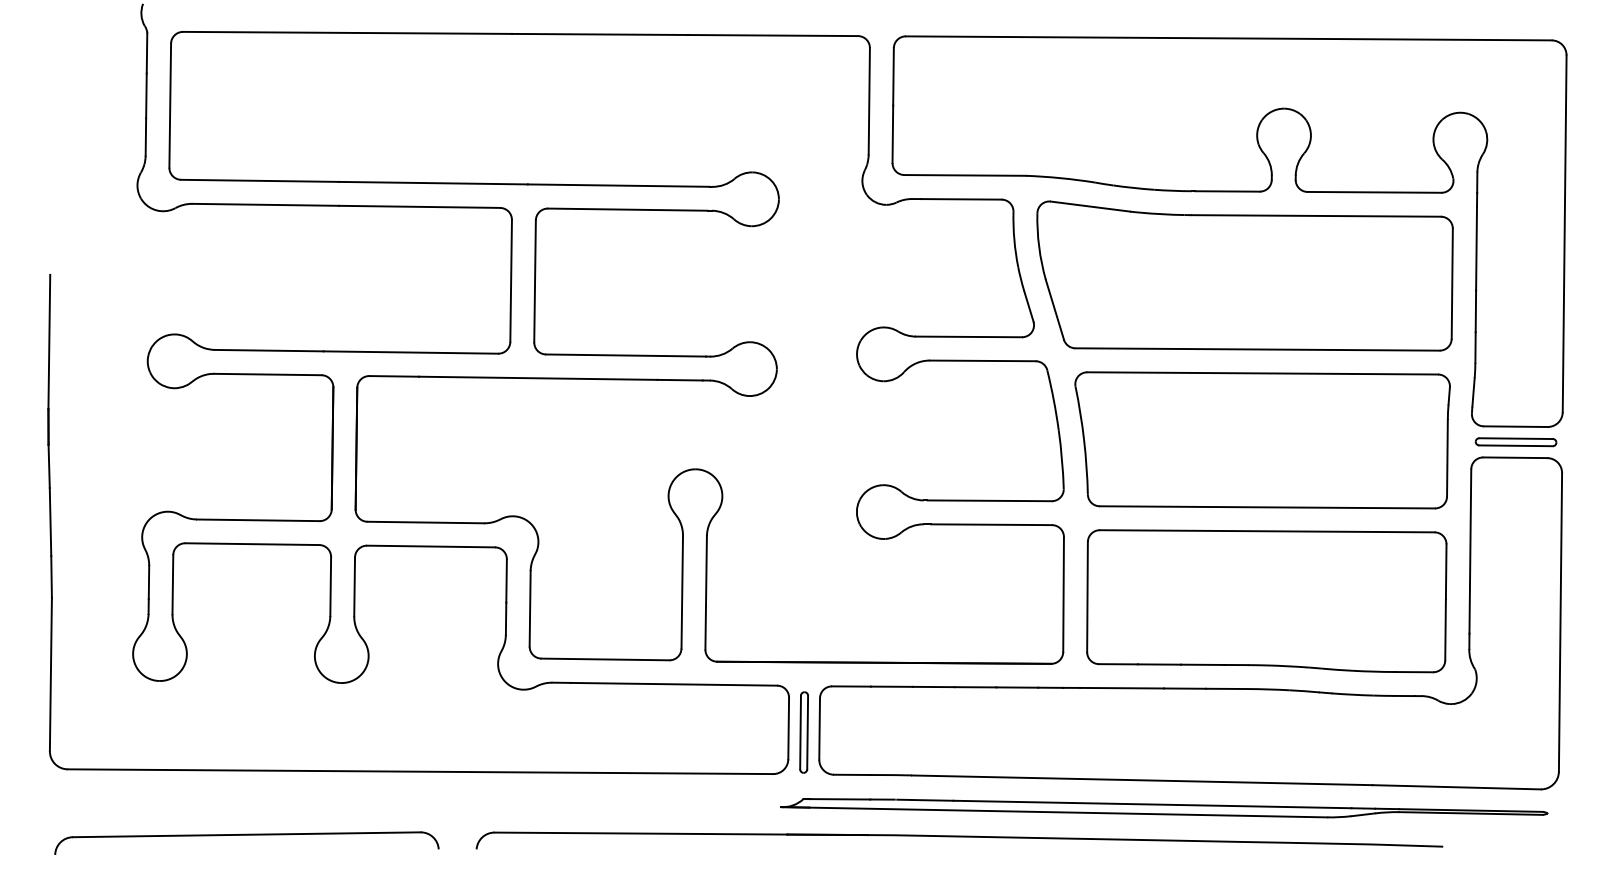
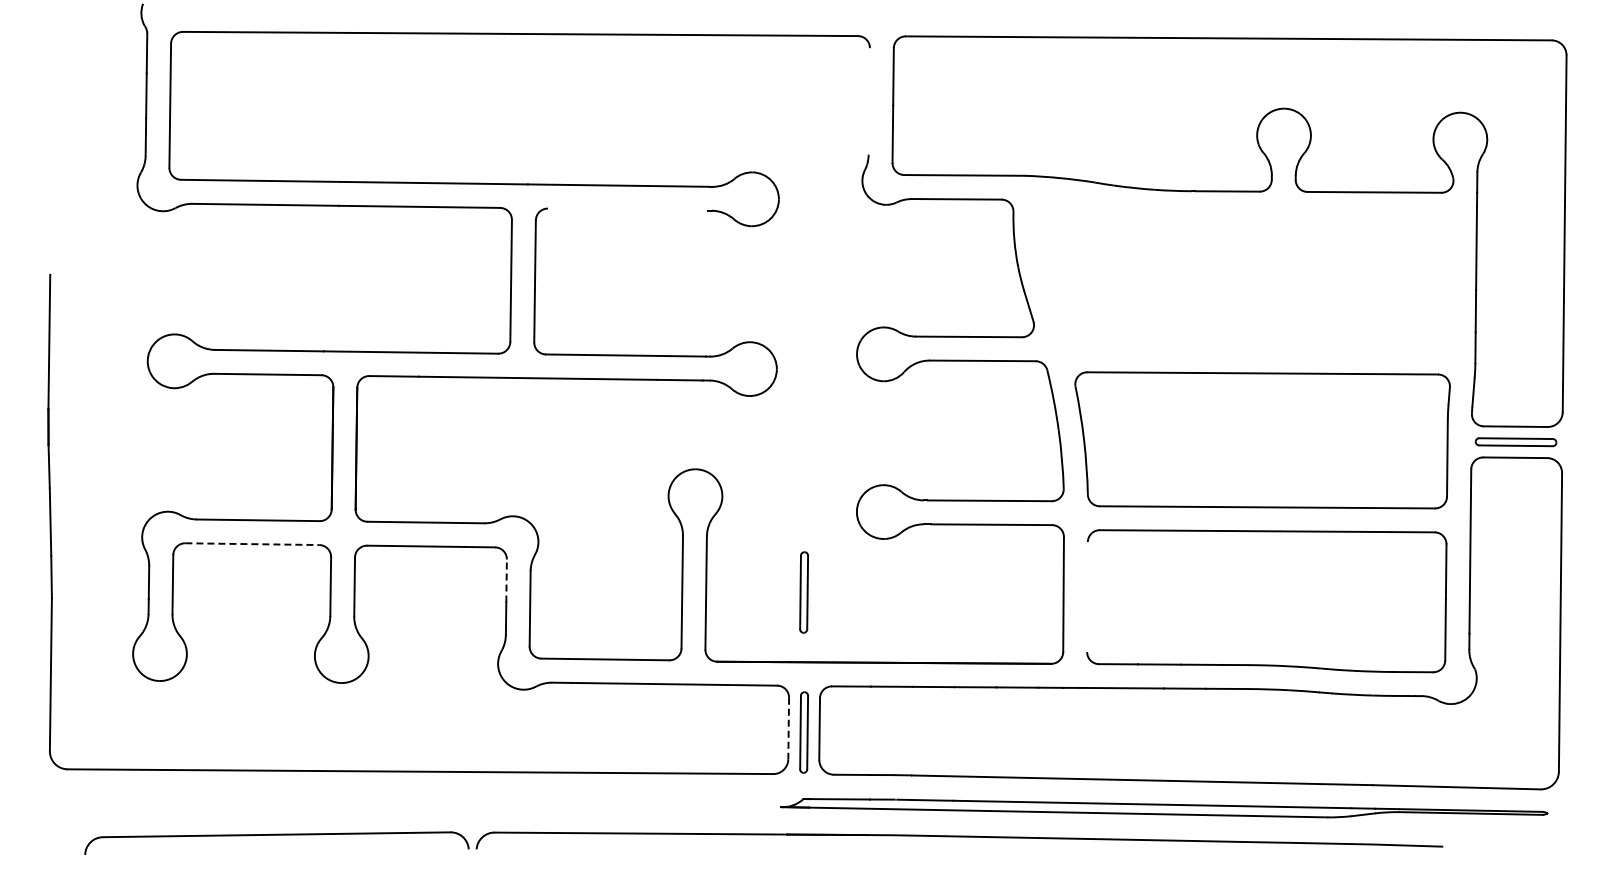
line at (868, 101): present -> none
line at (627, 209): present -> none
part at (1244, 275): present -> none
line at (252, 544): solid -> dashed
line at (506, 581): solid -> dashed
part at (803, 592): none -> present
line at (1087, 597): present -> none
line at (788, 728): solid -> dashed
part at (246, 835) position: (246, 835) -> (276, 835)
